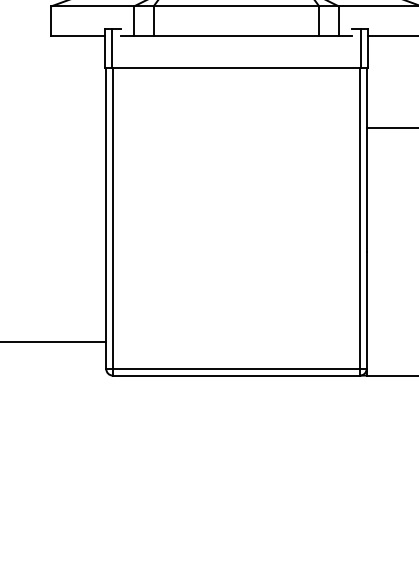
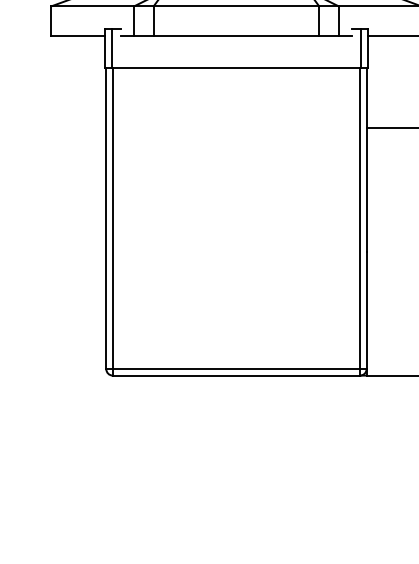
line at (54, 341): present -> none
